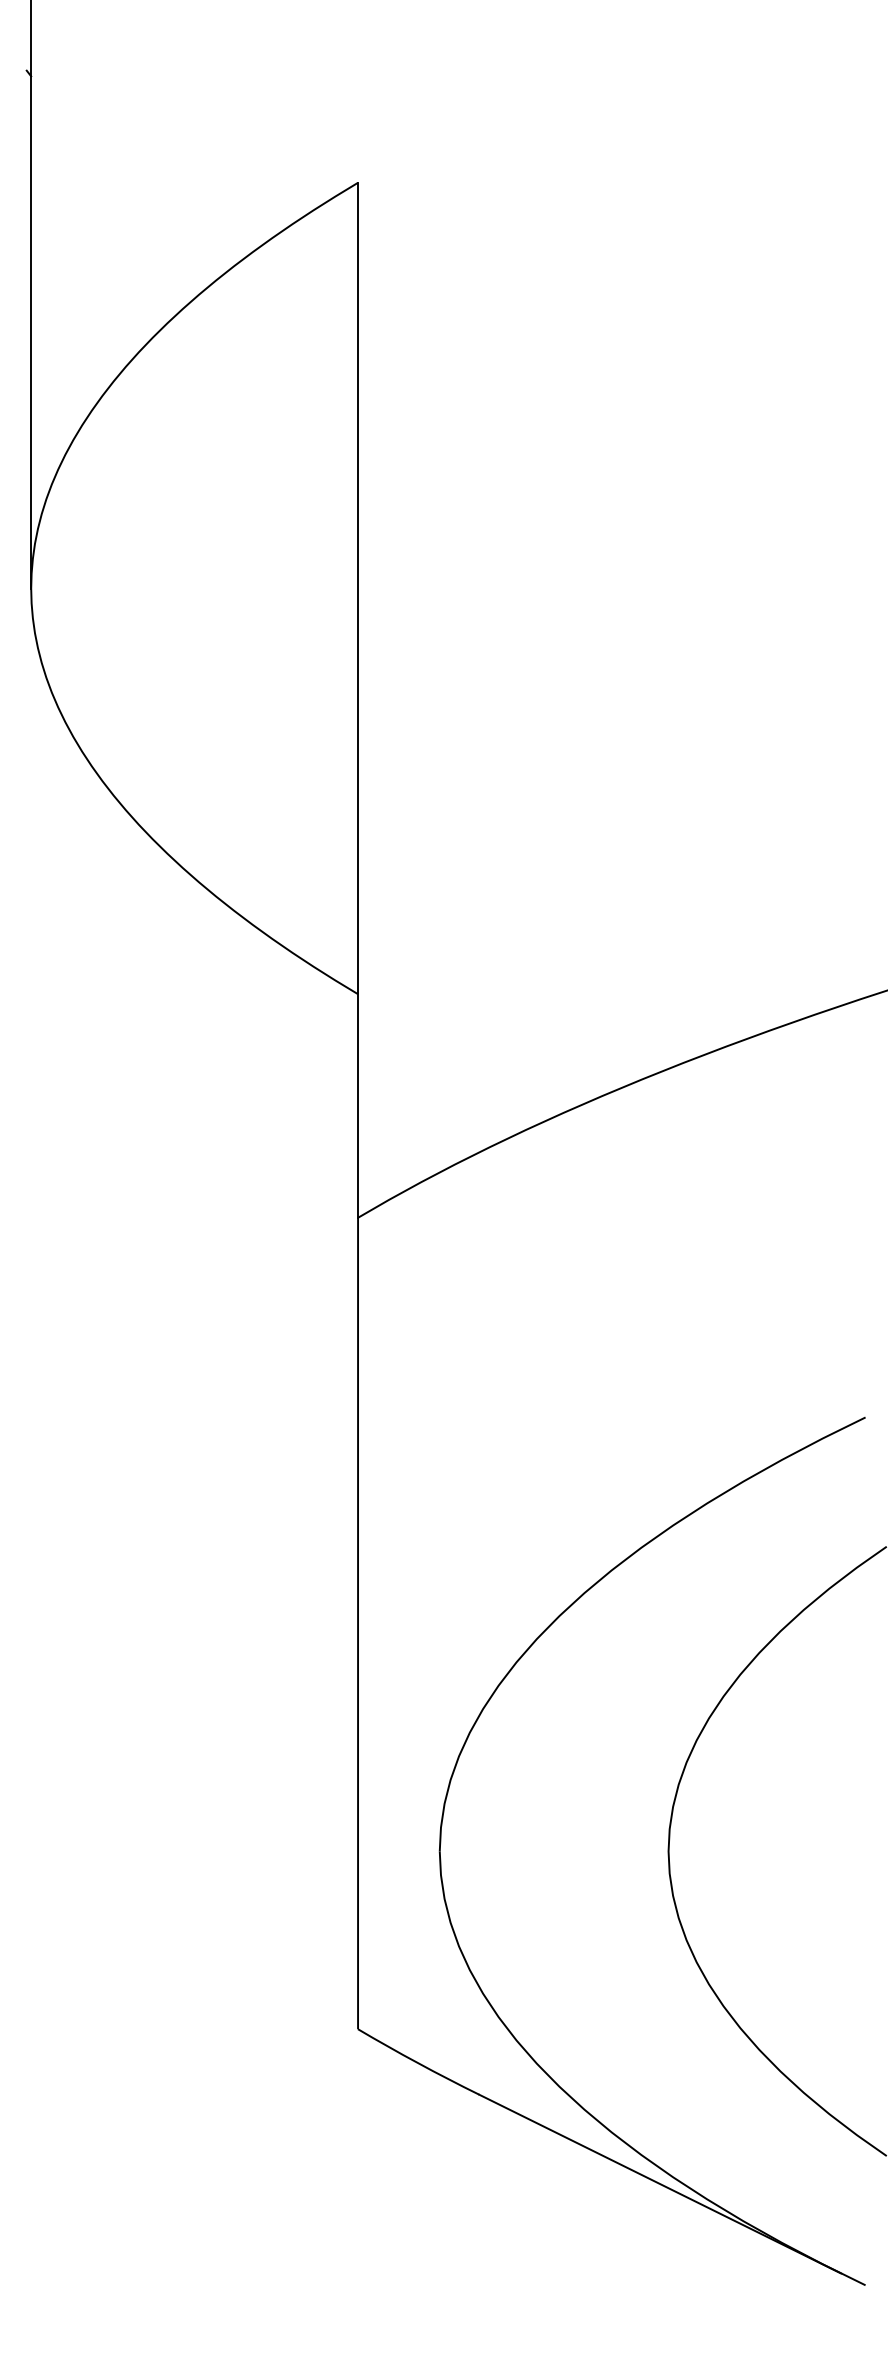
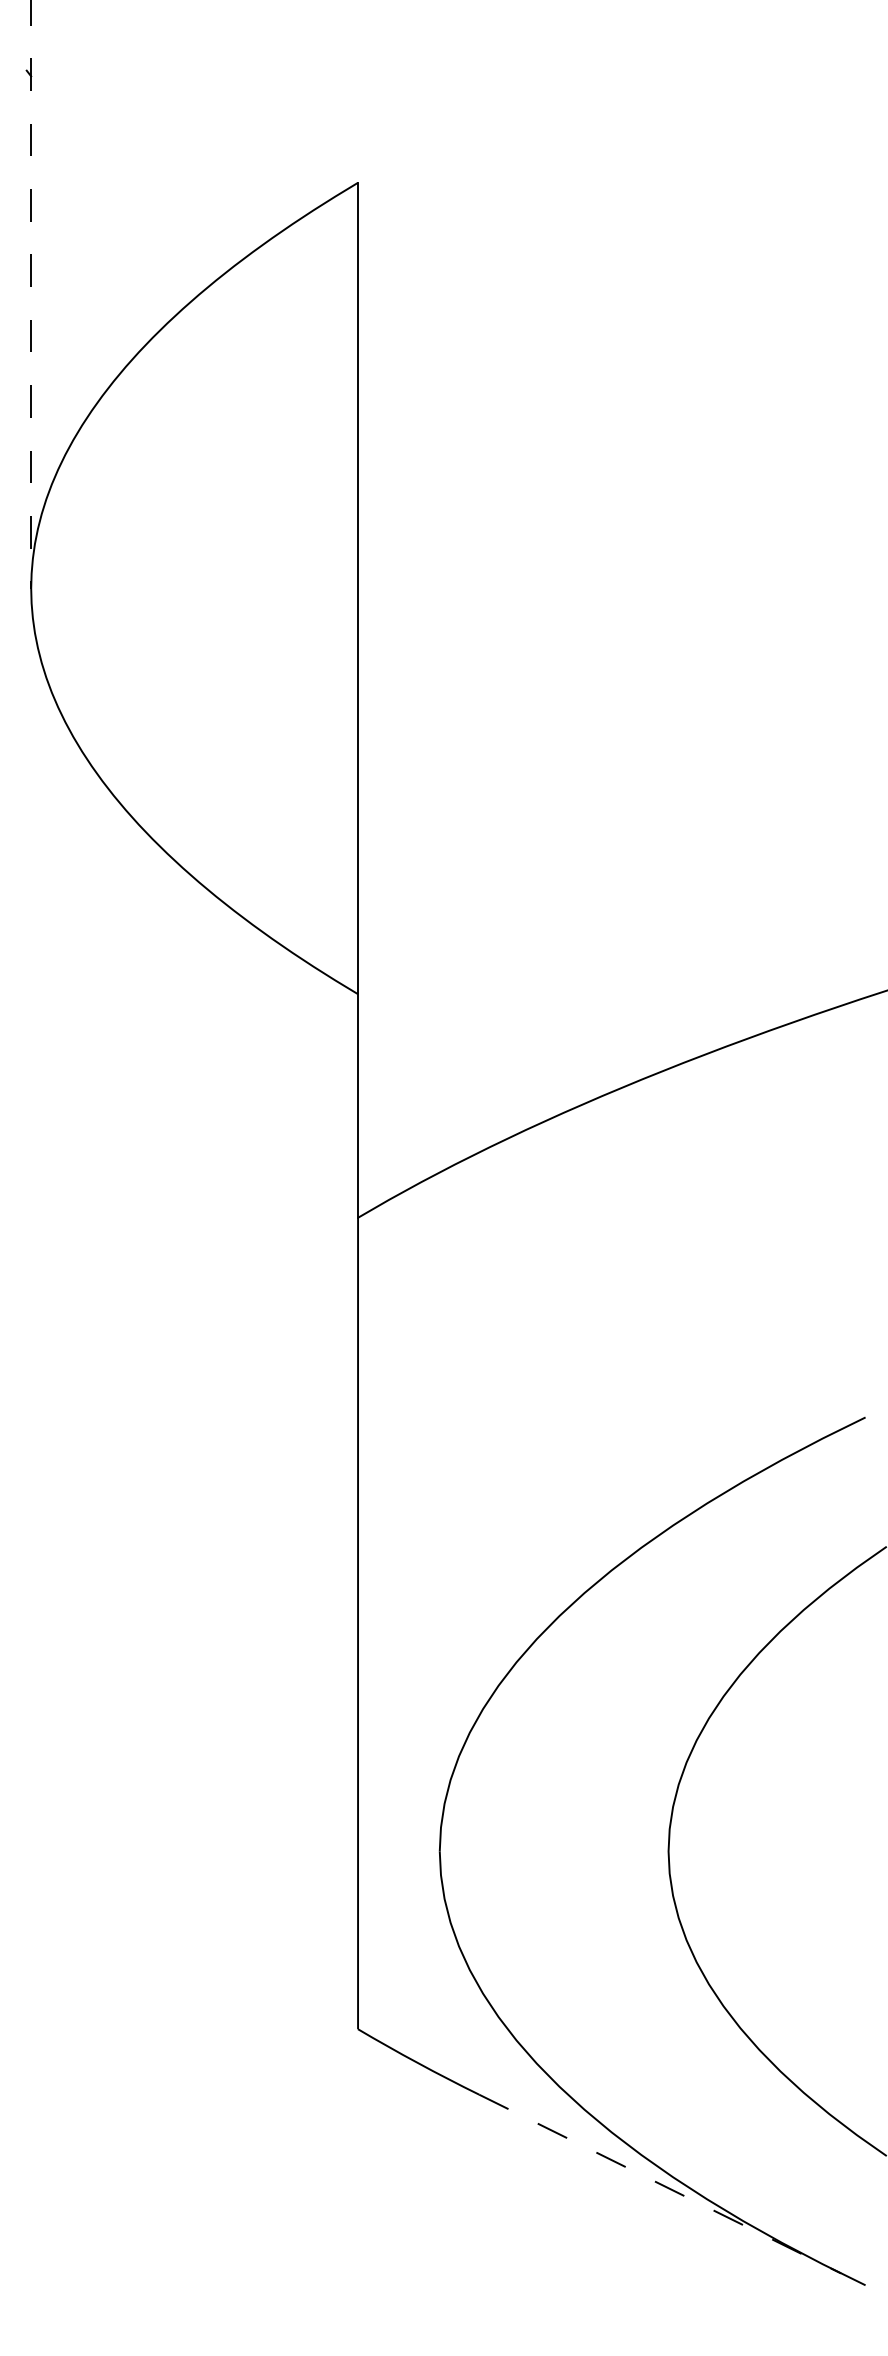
line at (31, 294): solid -> dashed
line at (660, 2184): solid -> dashed
